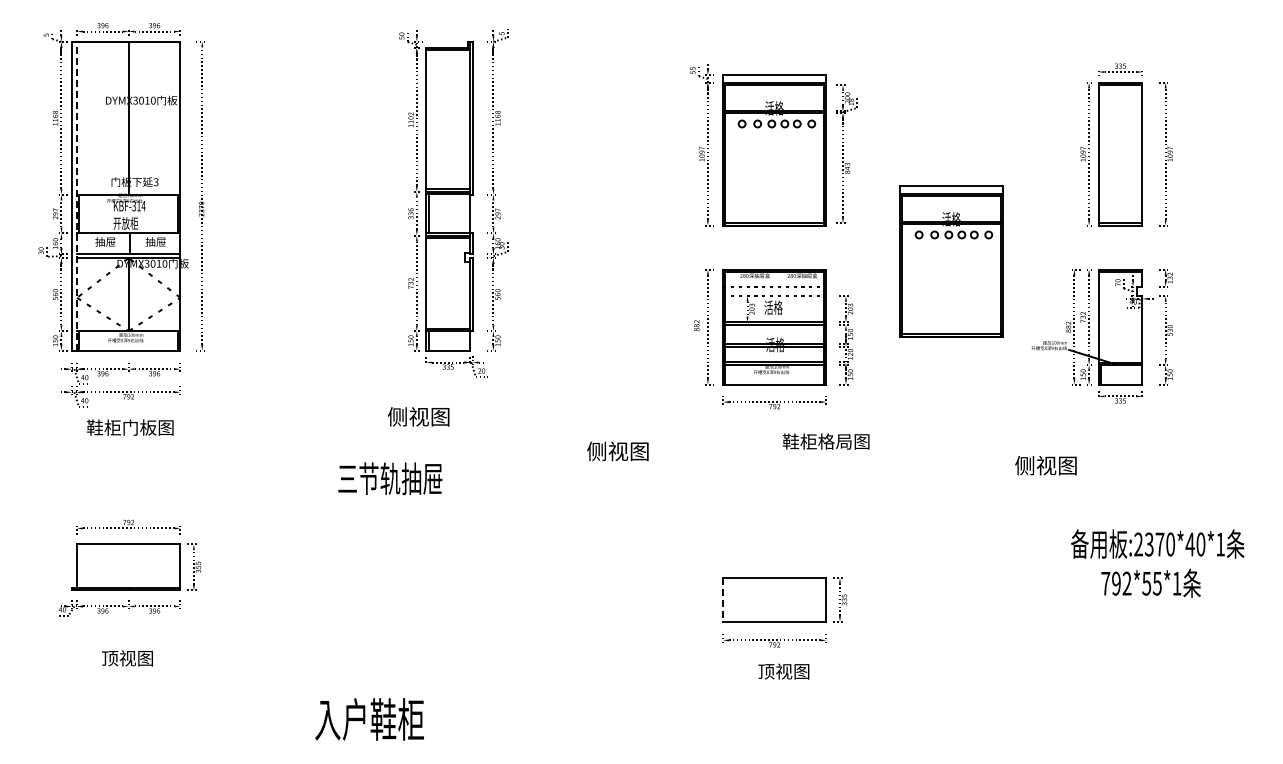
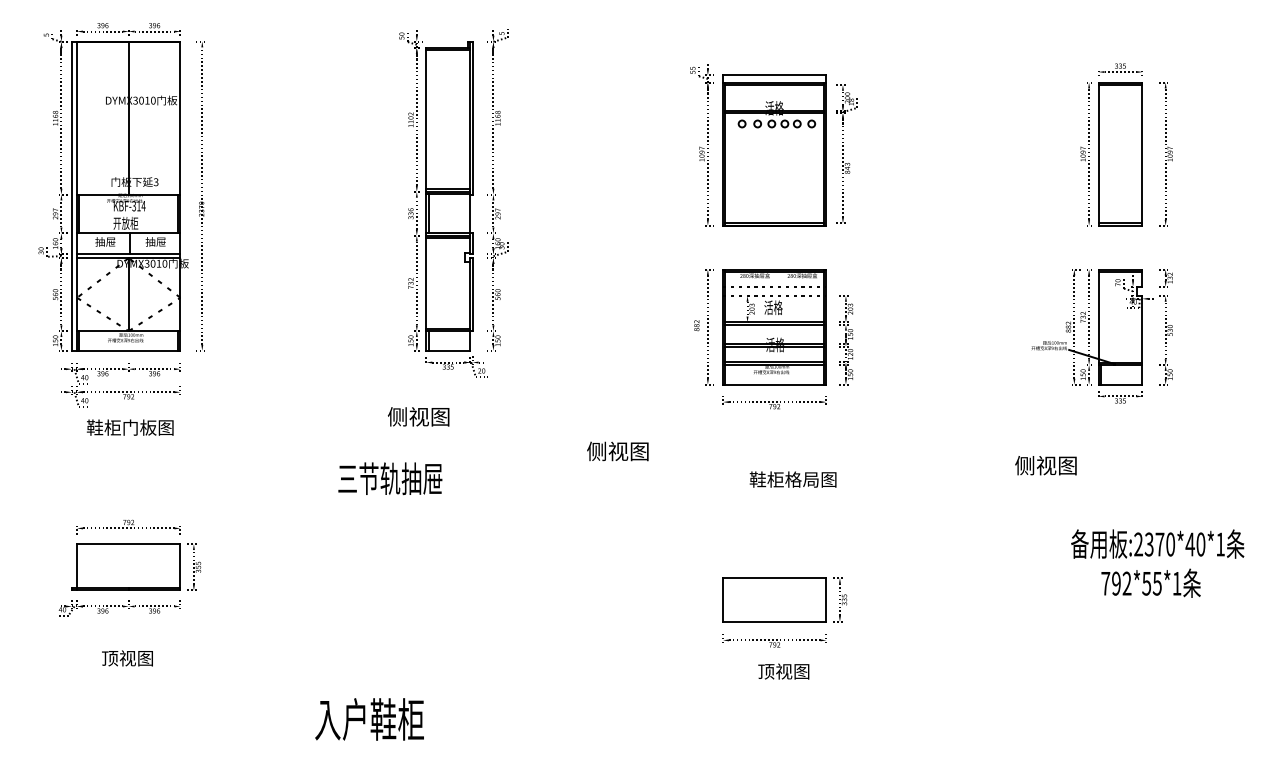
line at (77, 196): dashed -> solid
part at (951, 261): present -> none
text at (825, 441) position: (825, 441) -> (792, 479)
line at (723, 599): dashed -> solid
